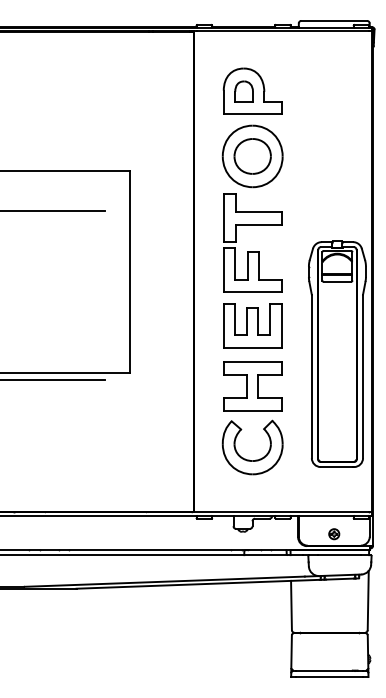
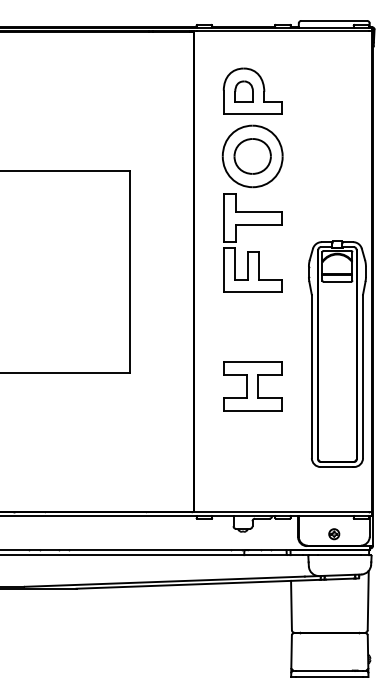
line at (53, 210): present -> none
part at (252, 325): present -> none
line at (53, 380): present -> none
part at (249, 459): present -> none
